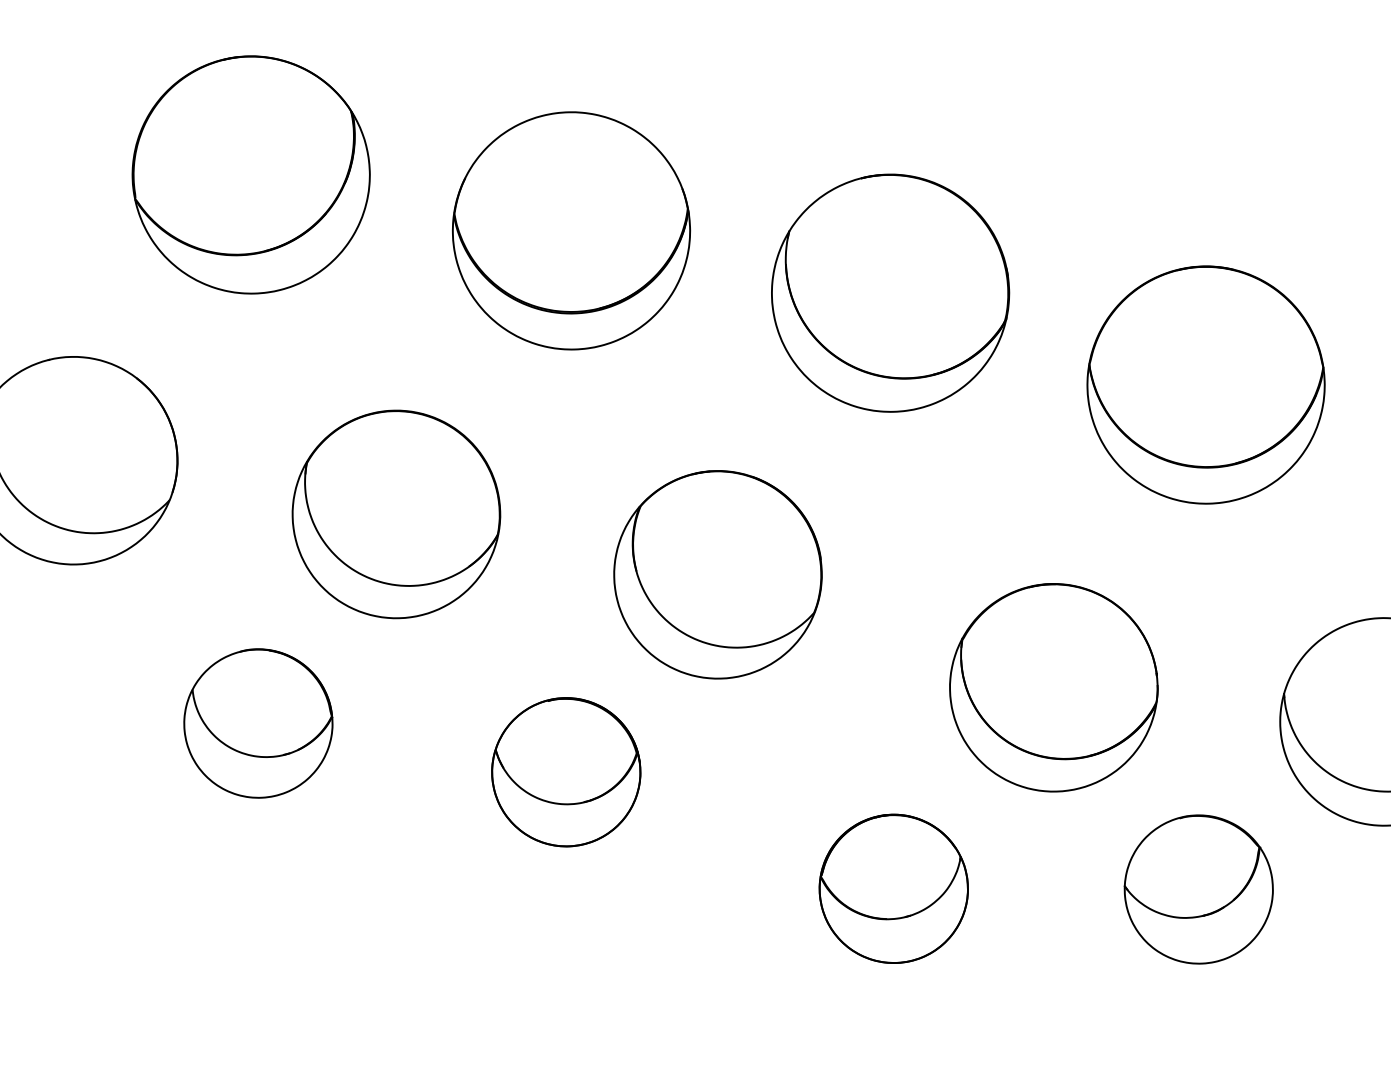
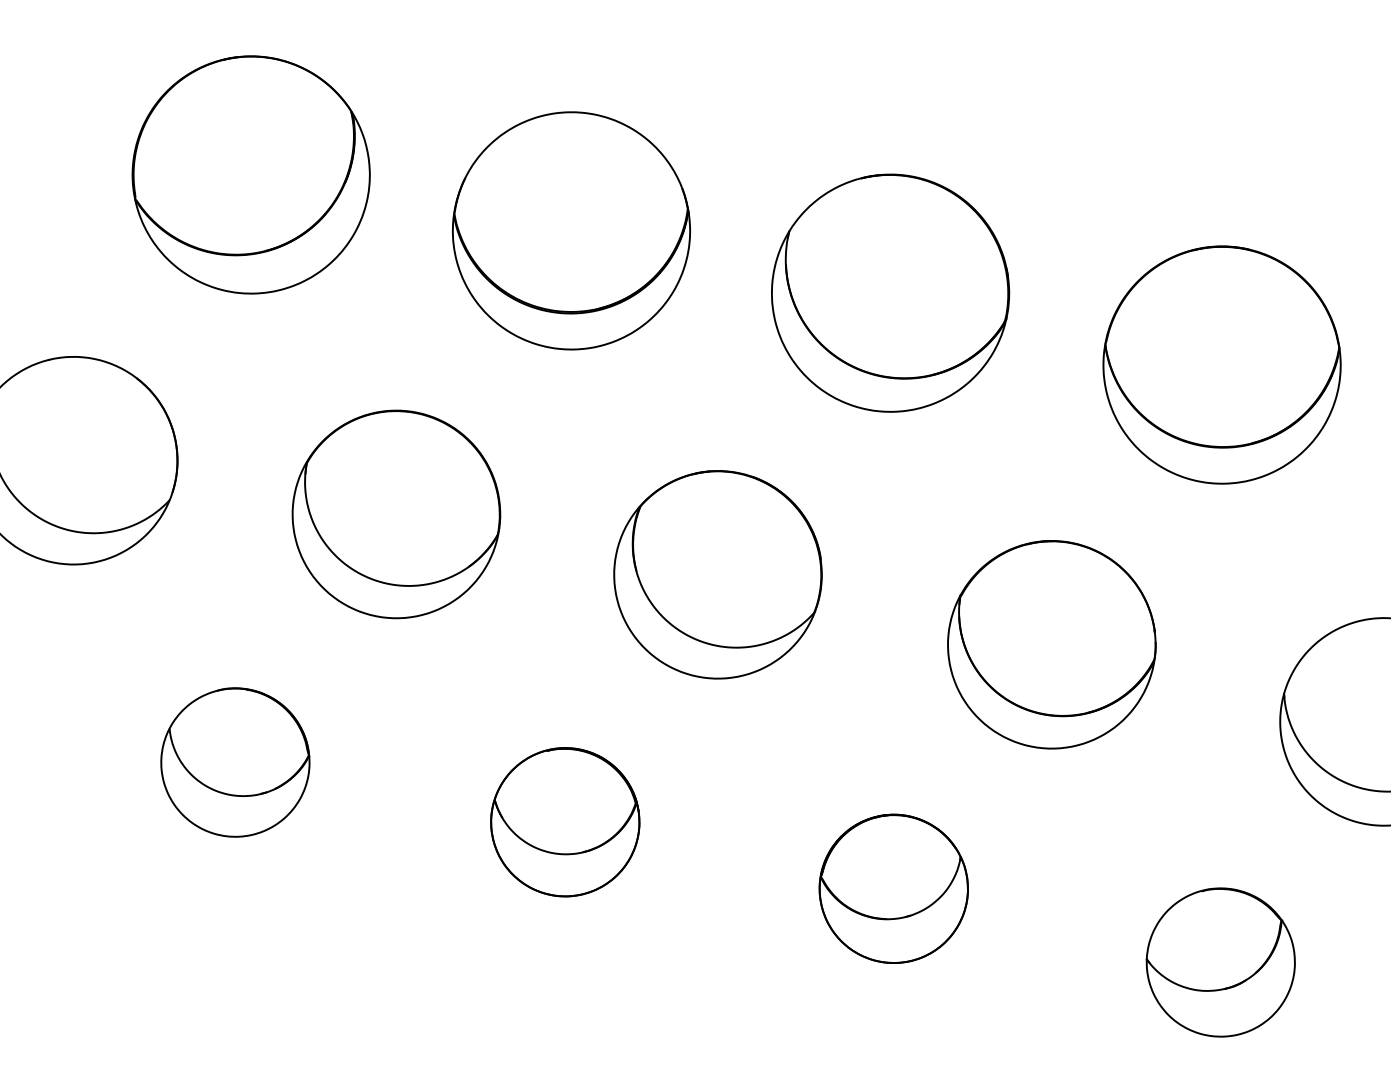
part at (1205, 384) position: (1205, 384) -> (1221, 364)
part at (1053, 687) position: (1053, 687) -> (1051, 644)
part at (258, 723) position: (258, 723) -> (235, 762)
part at (566, 772) position: (566, 772) -> (565, 822)
part at (1198, 889) position: (1198, 889) -> (1220, 962)
